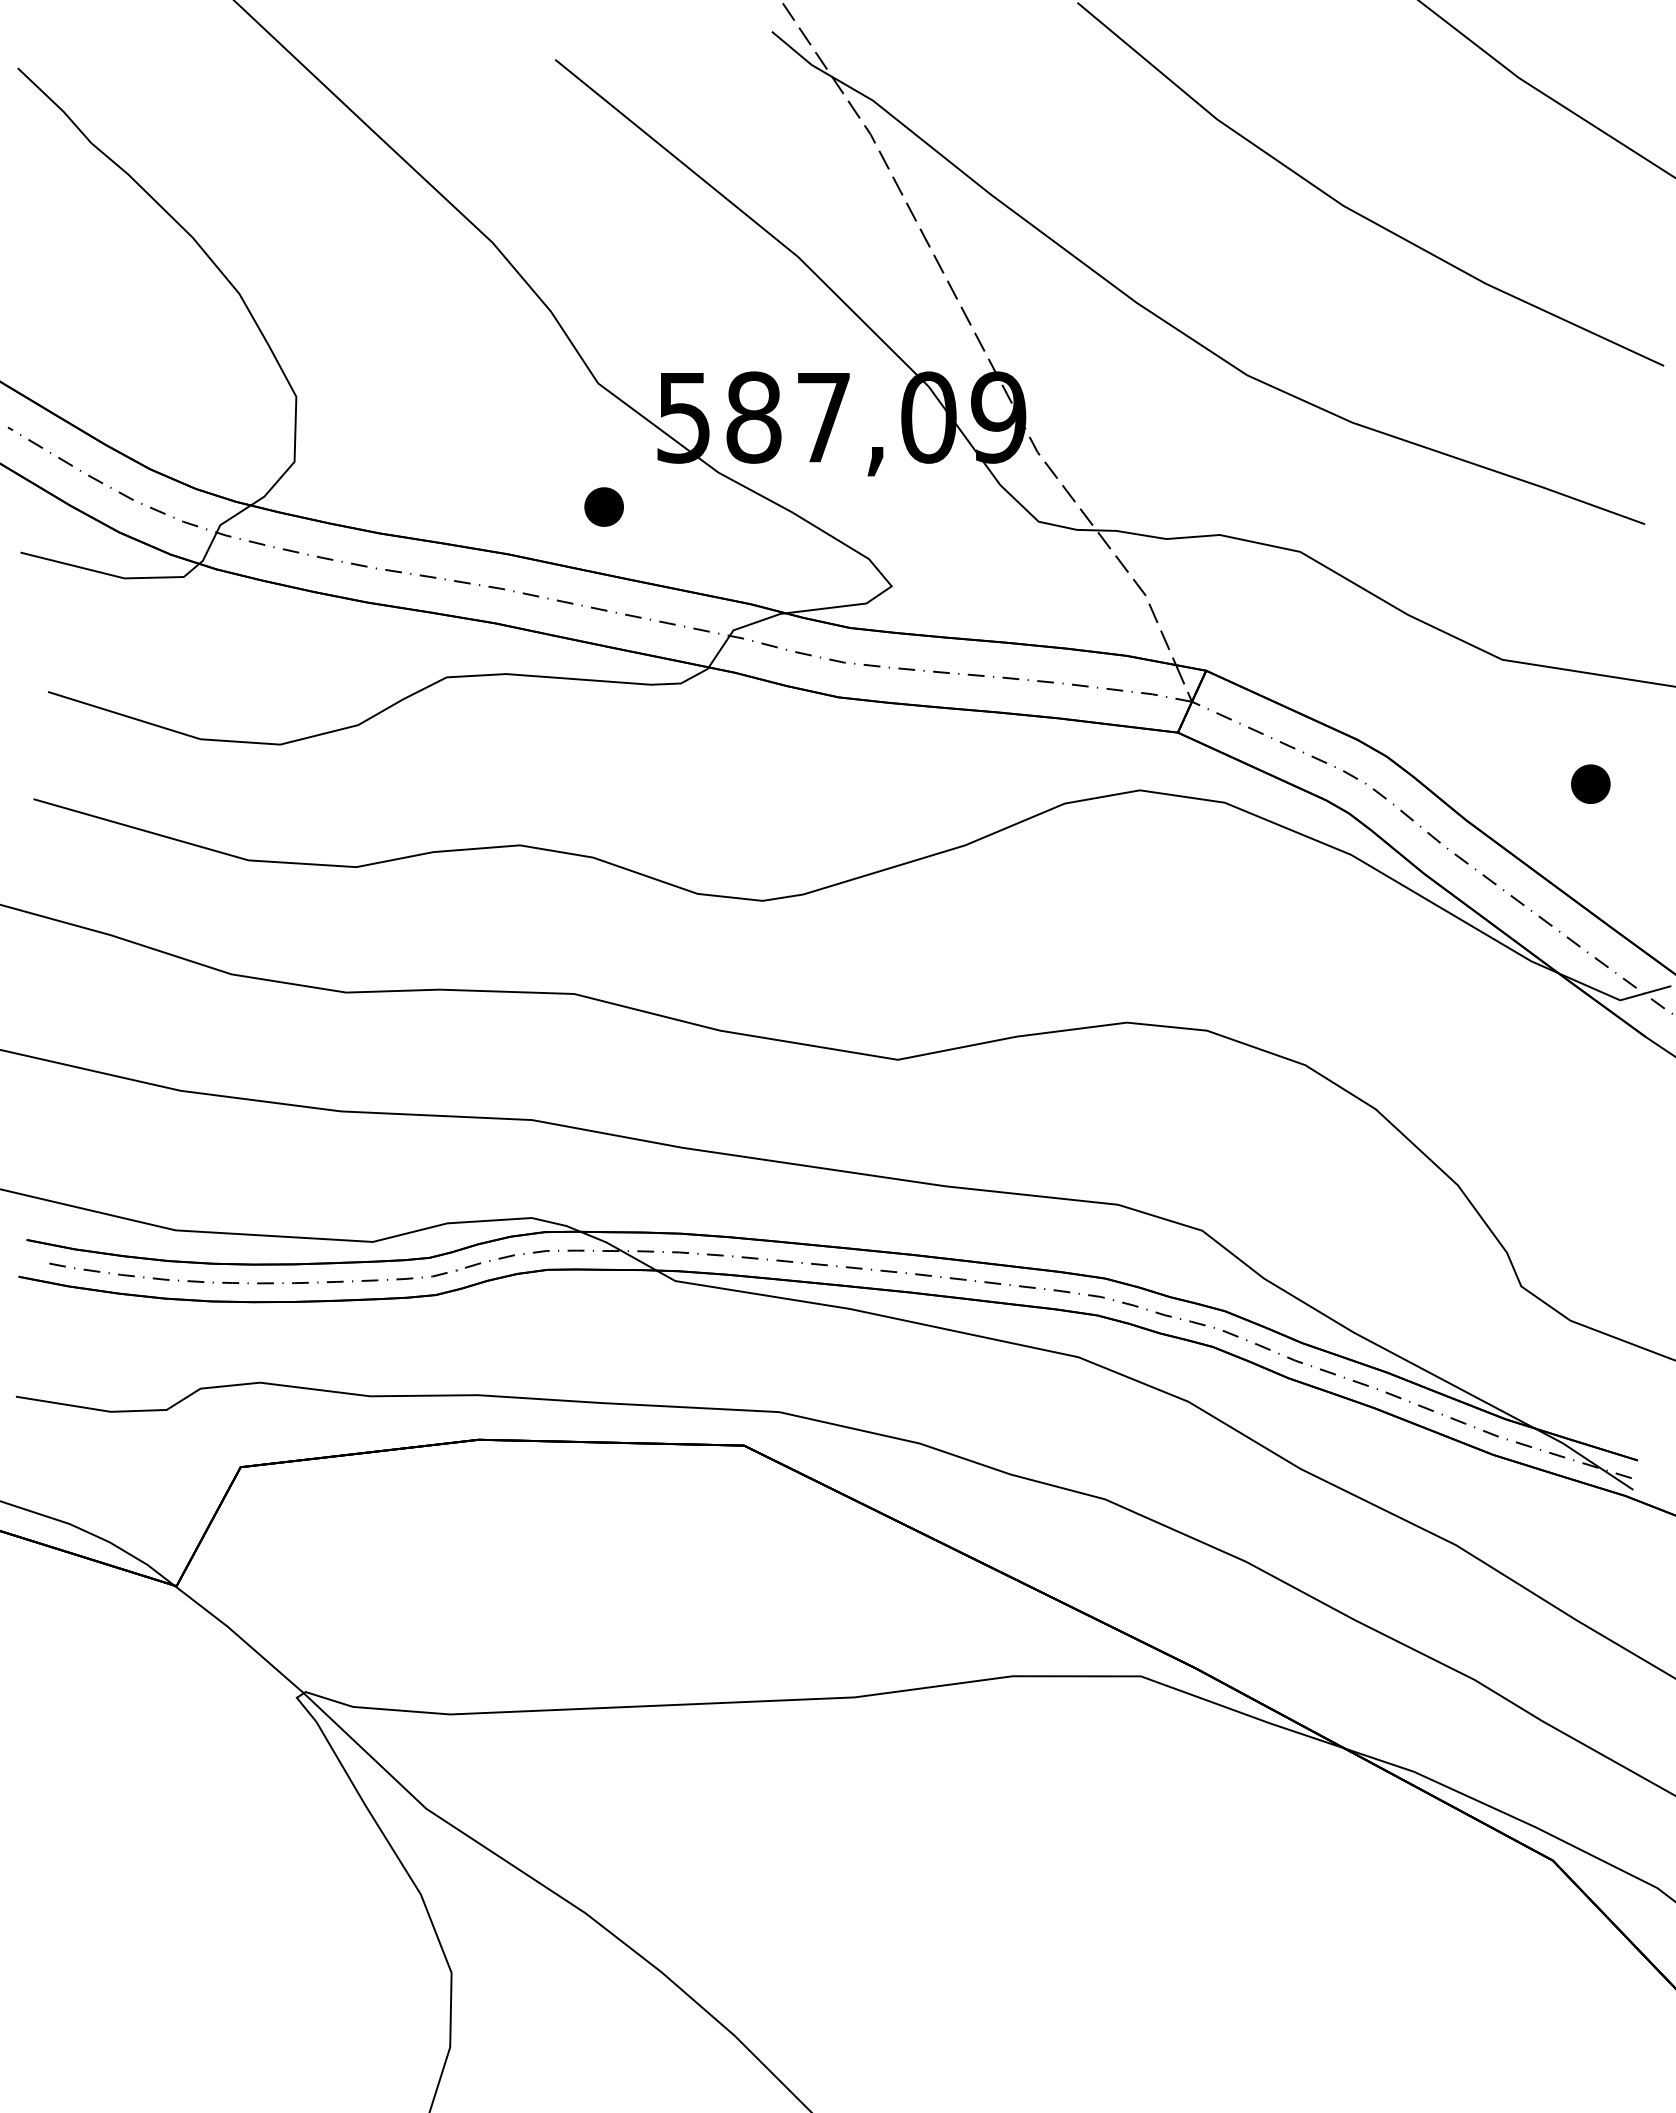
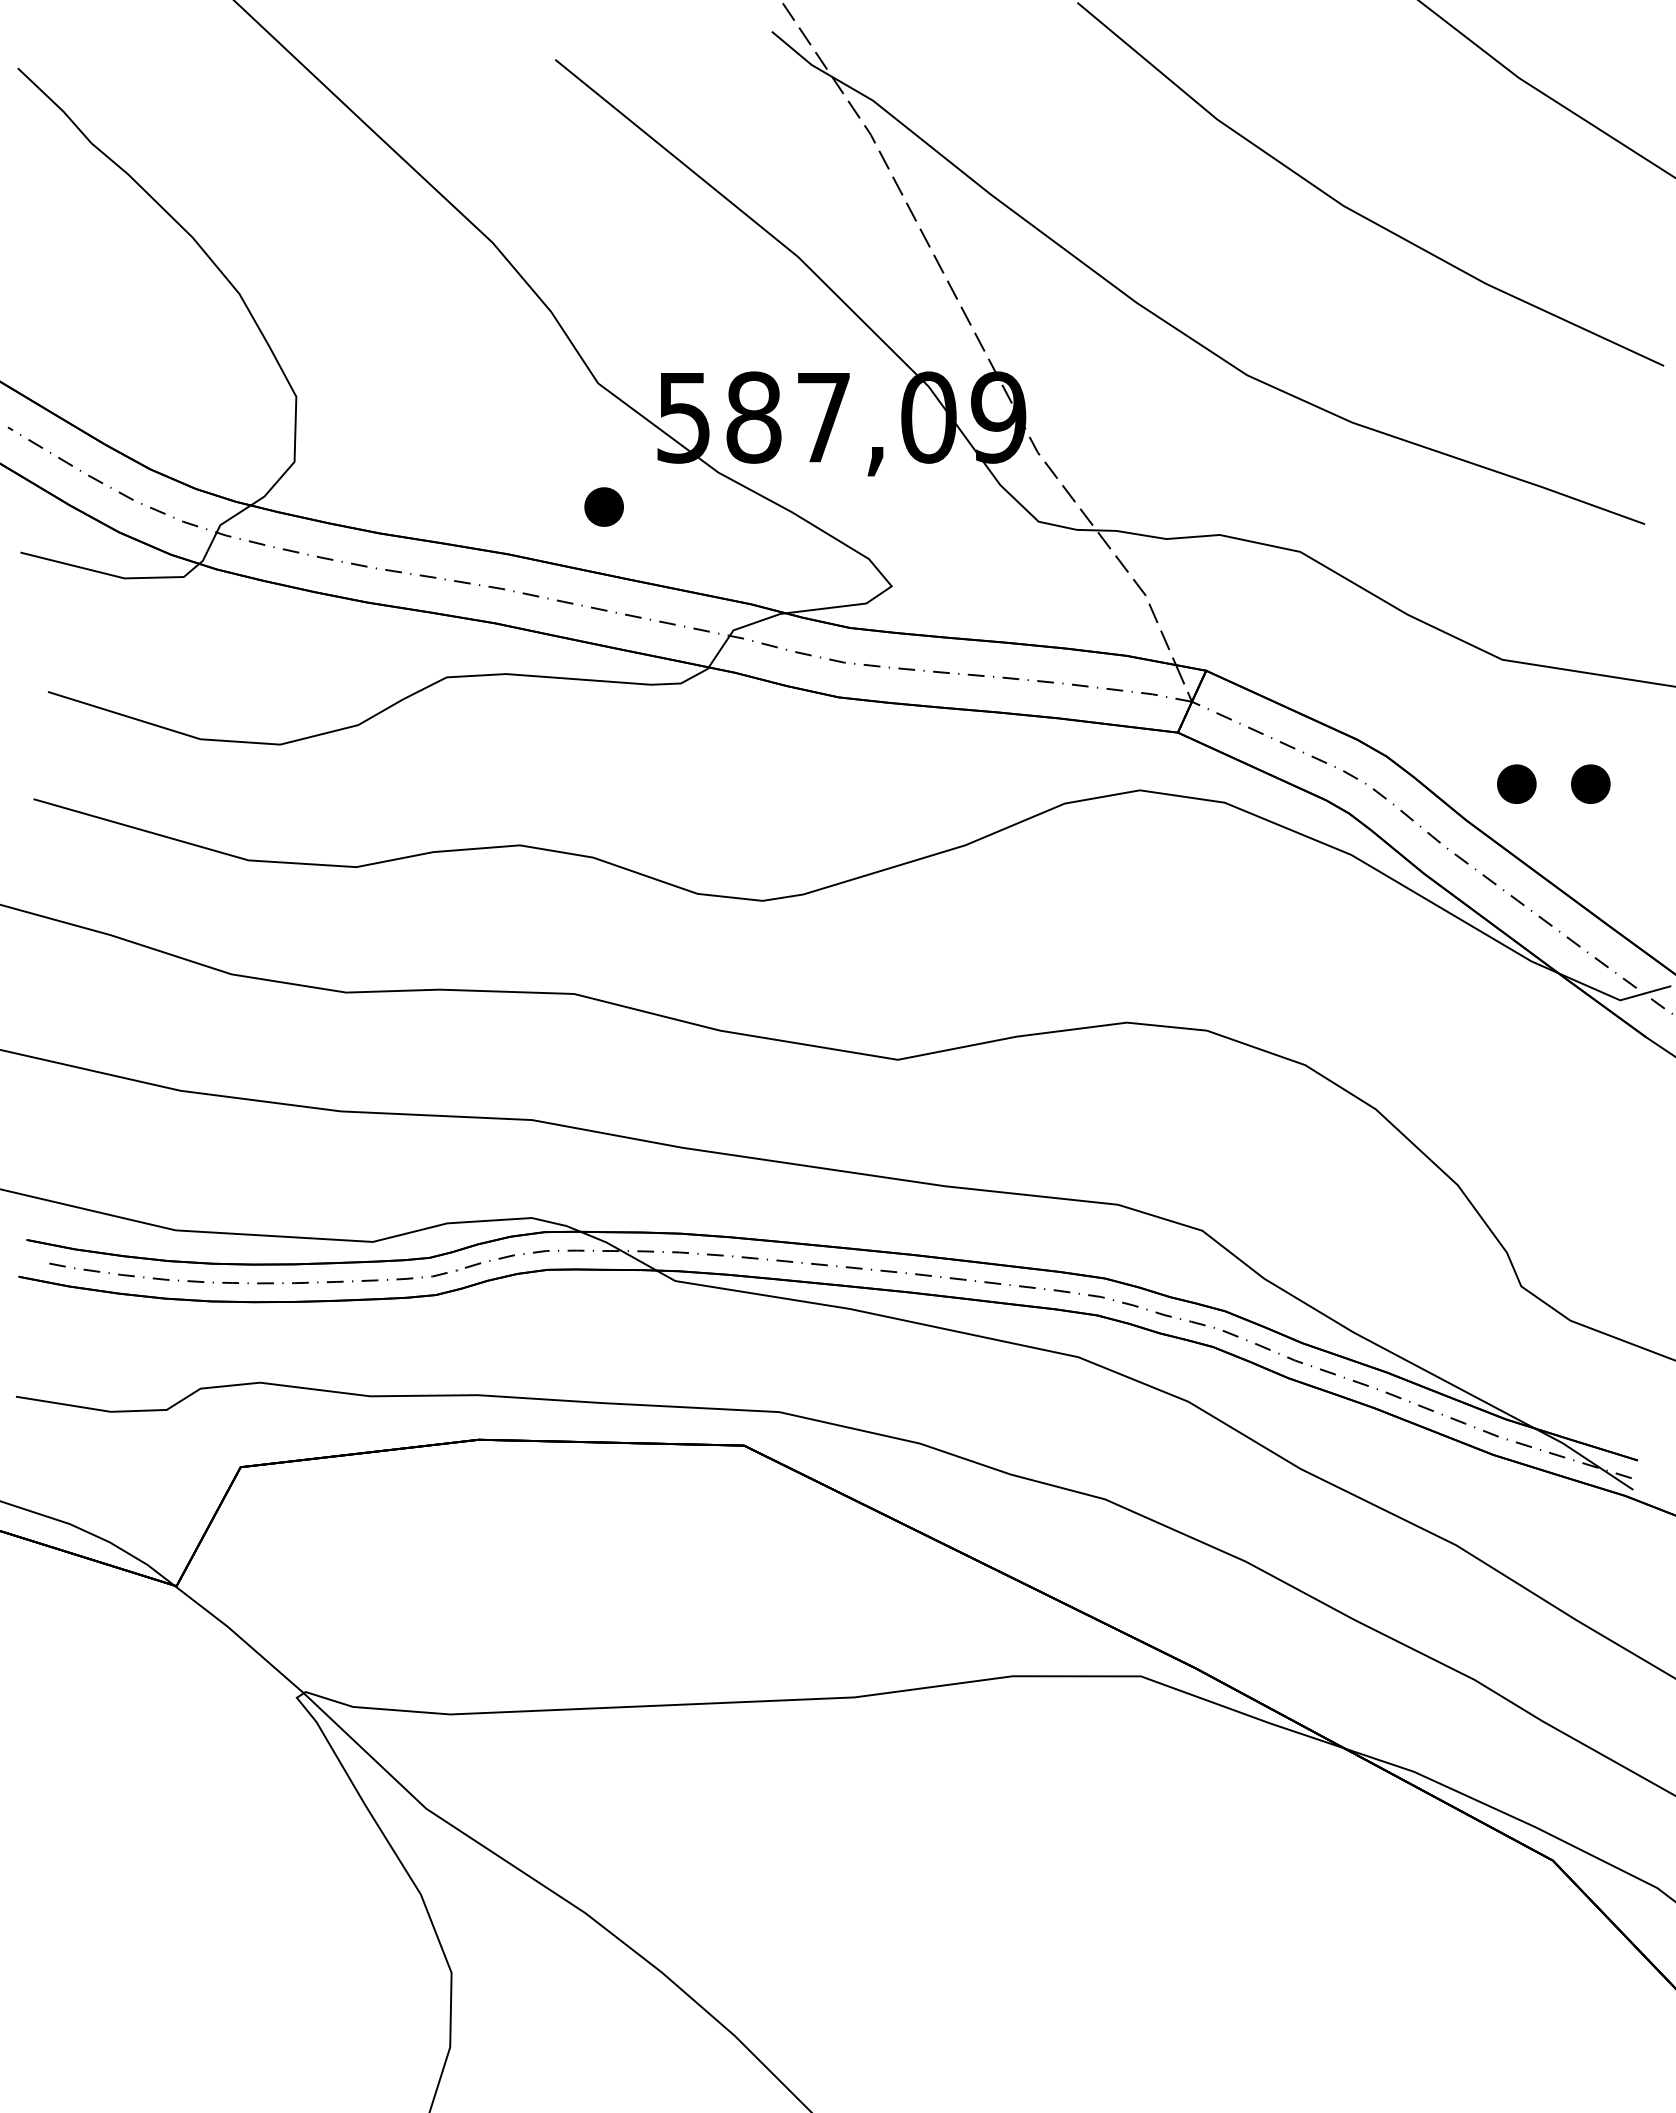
part at (1516, 783): none -> present
